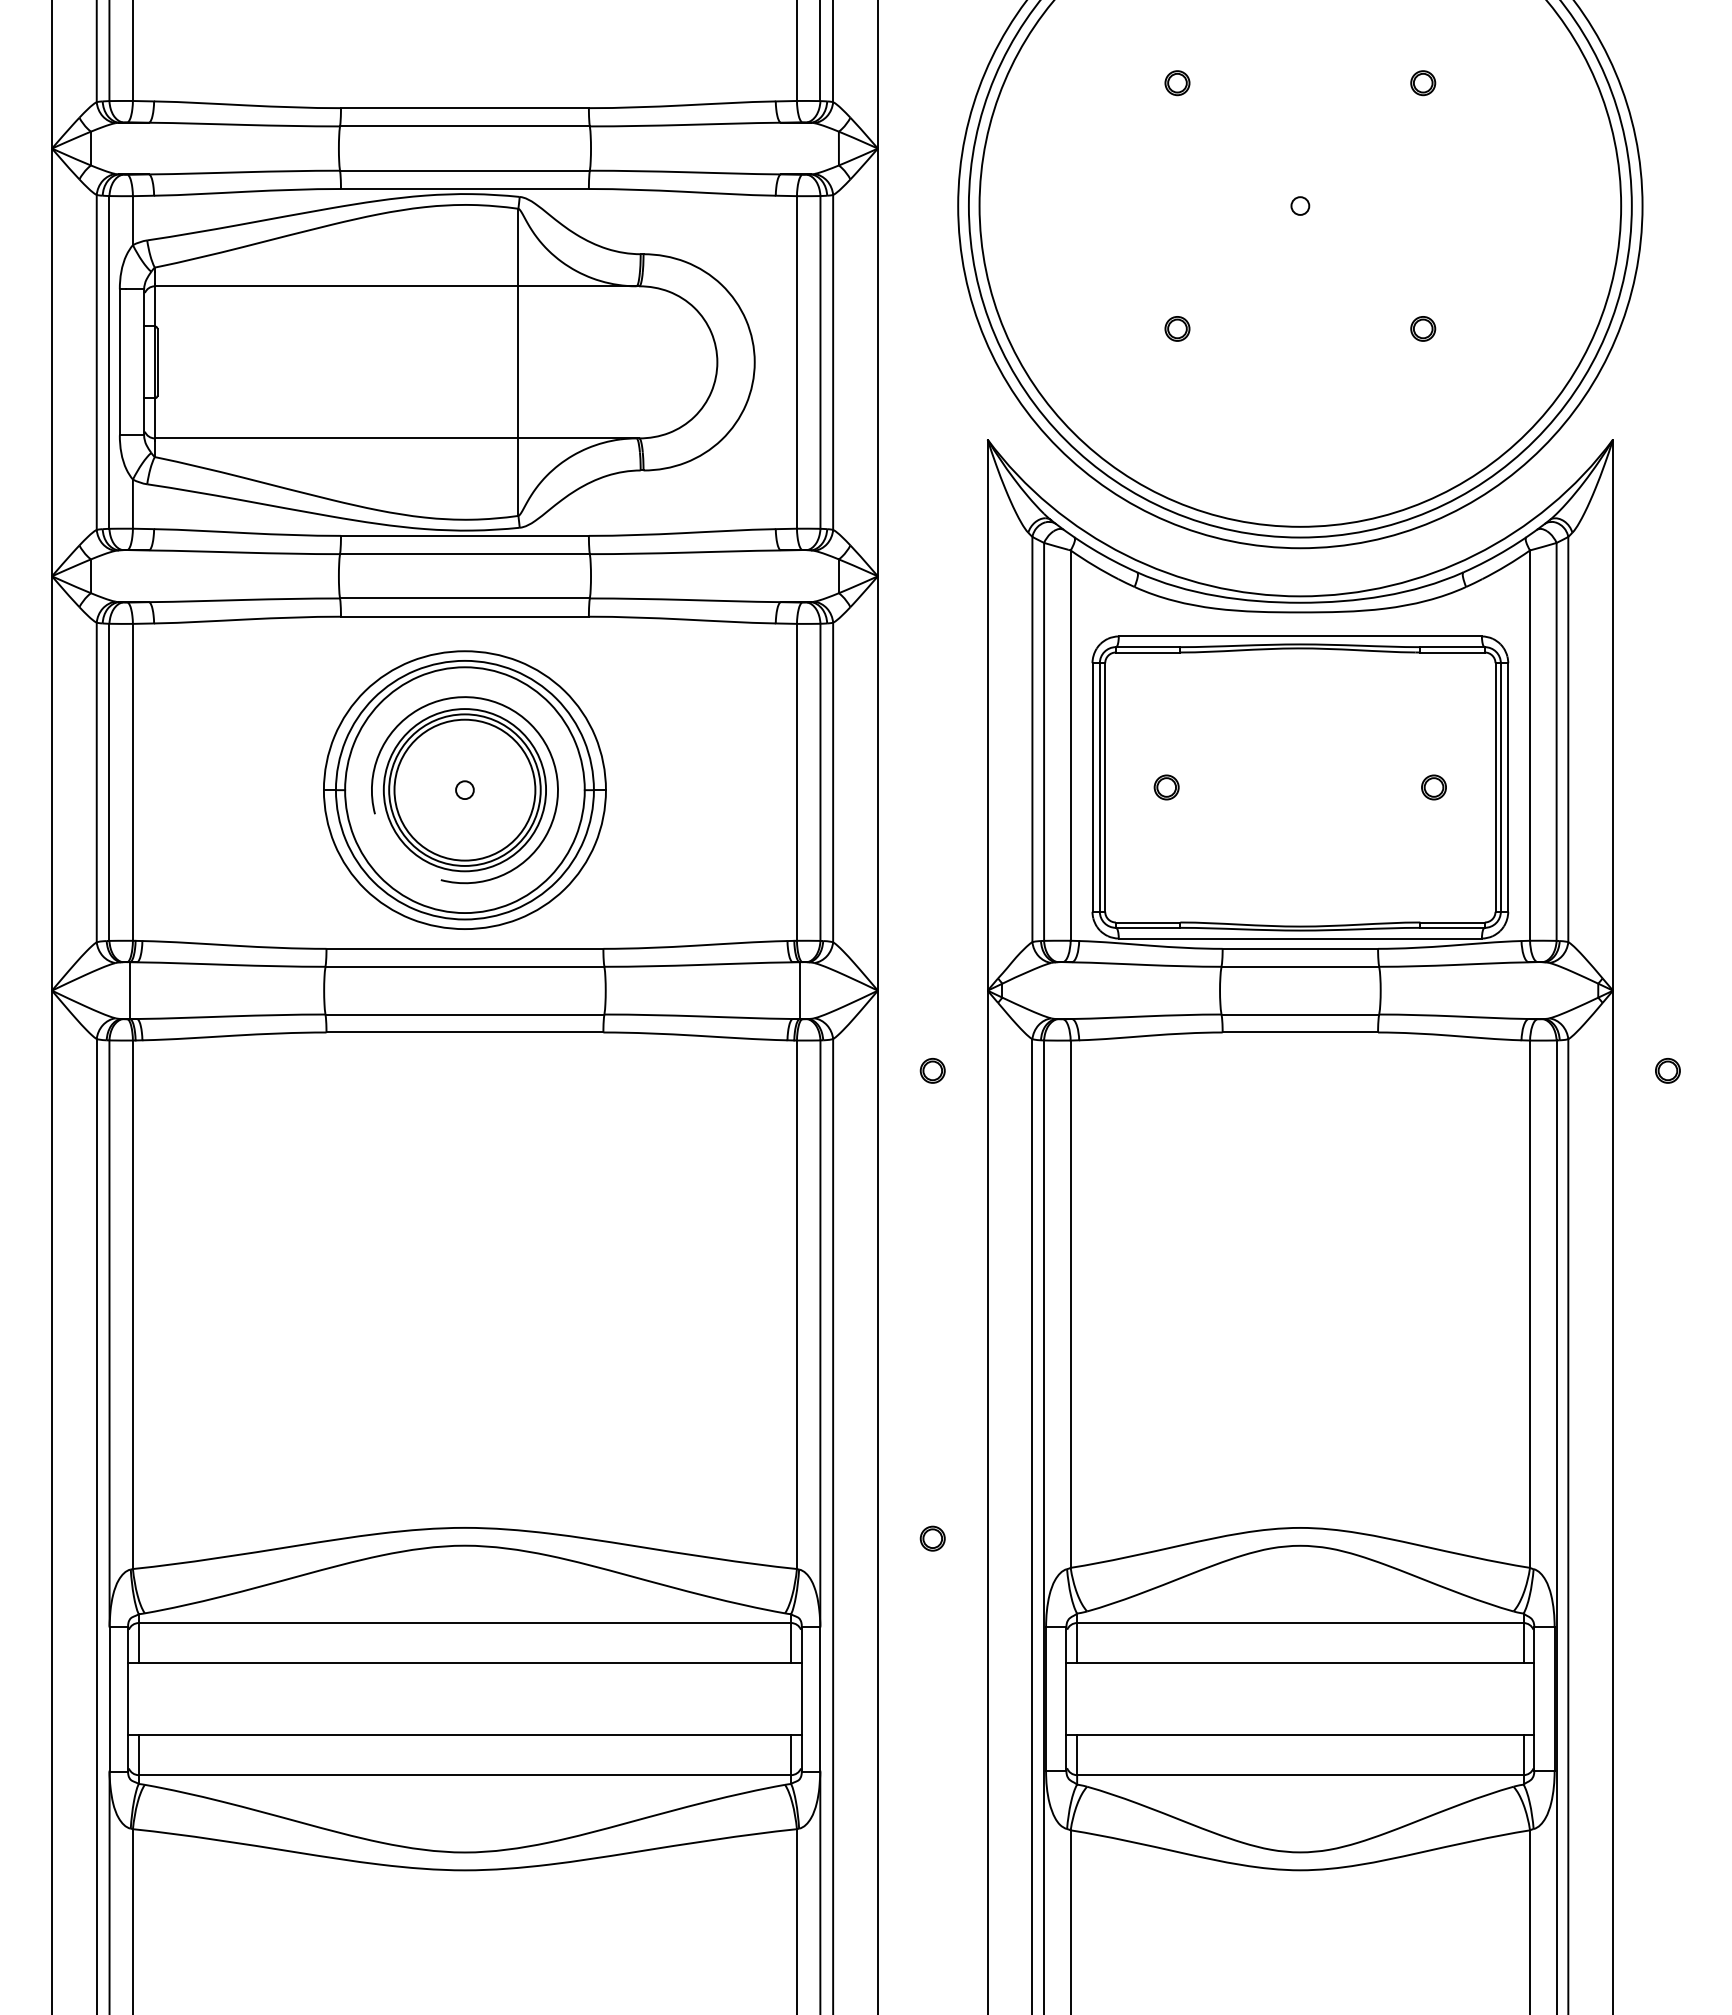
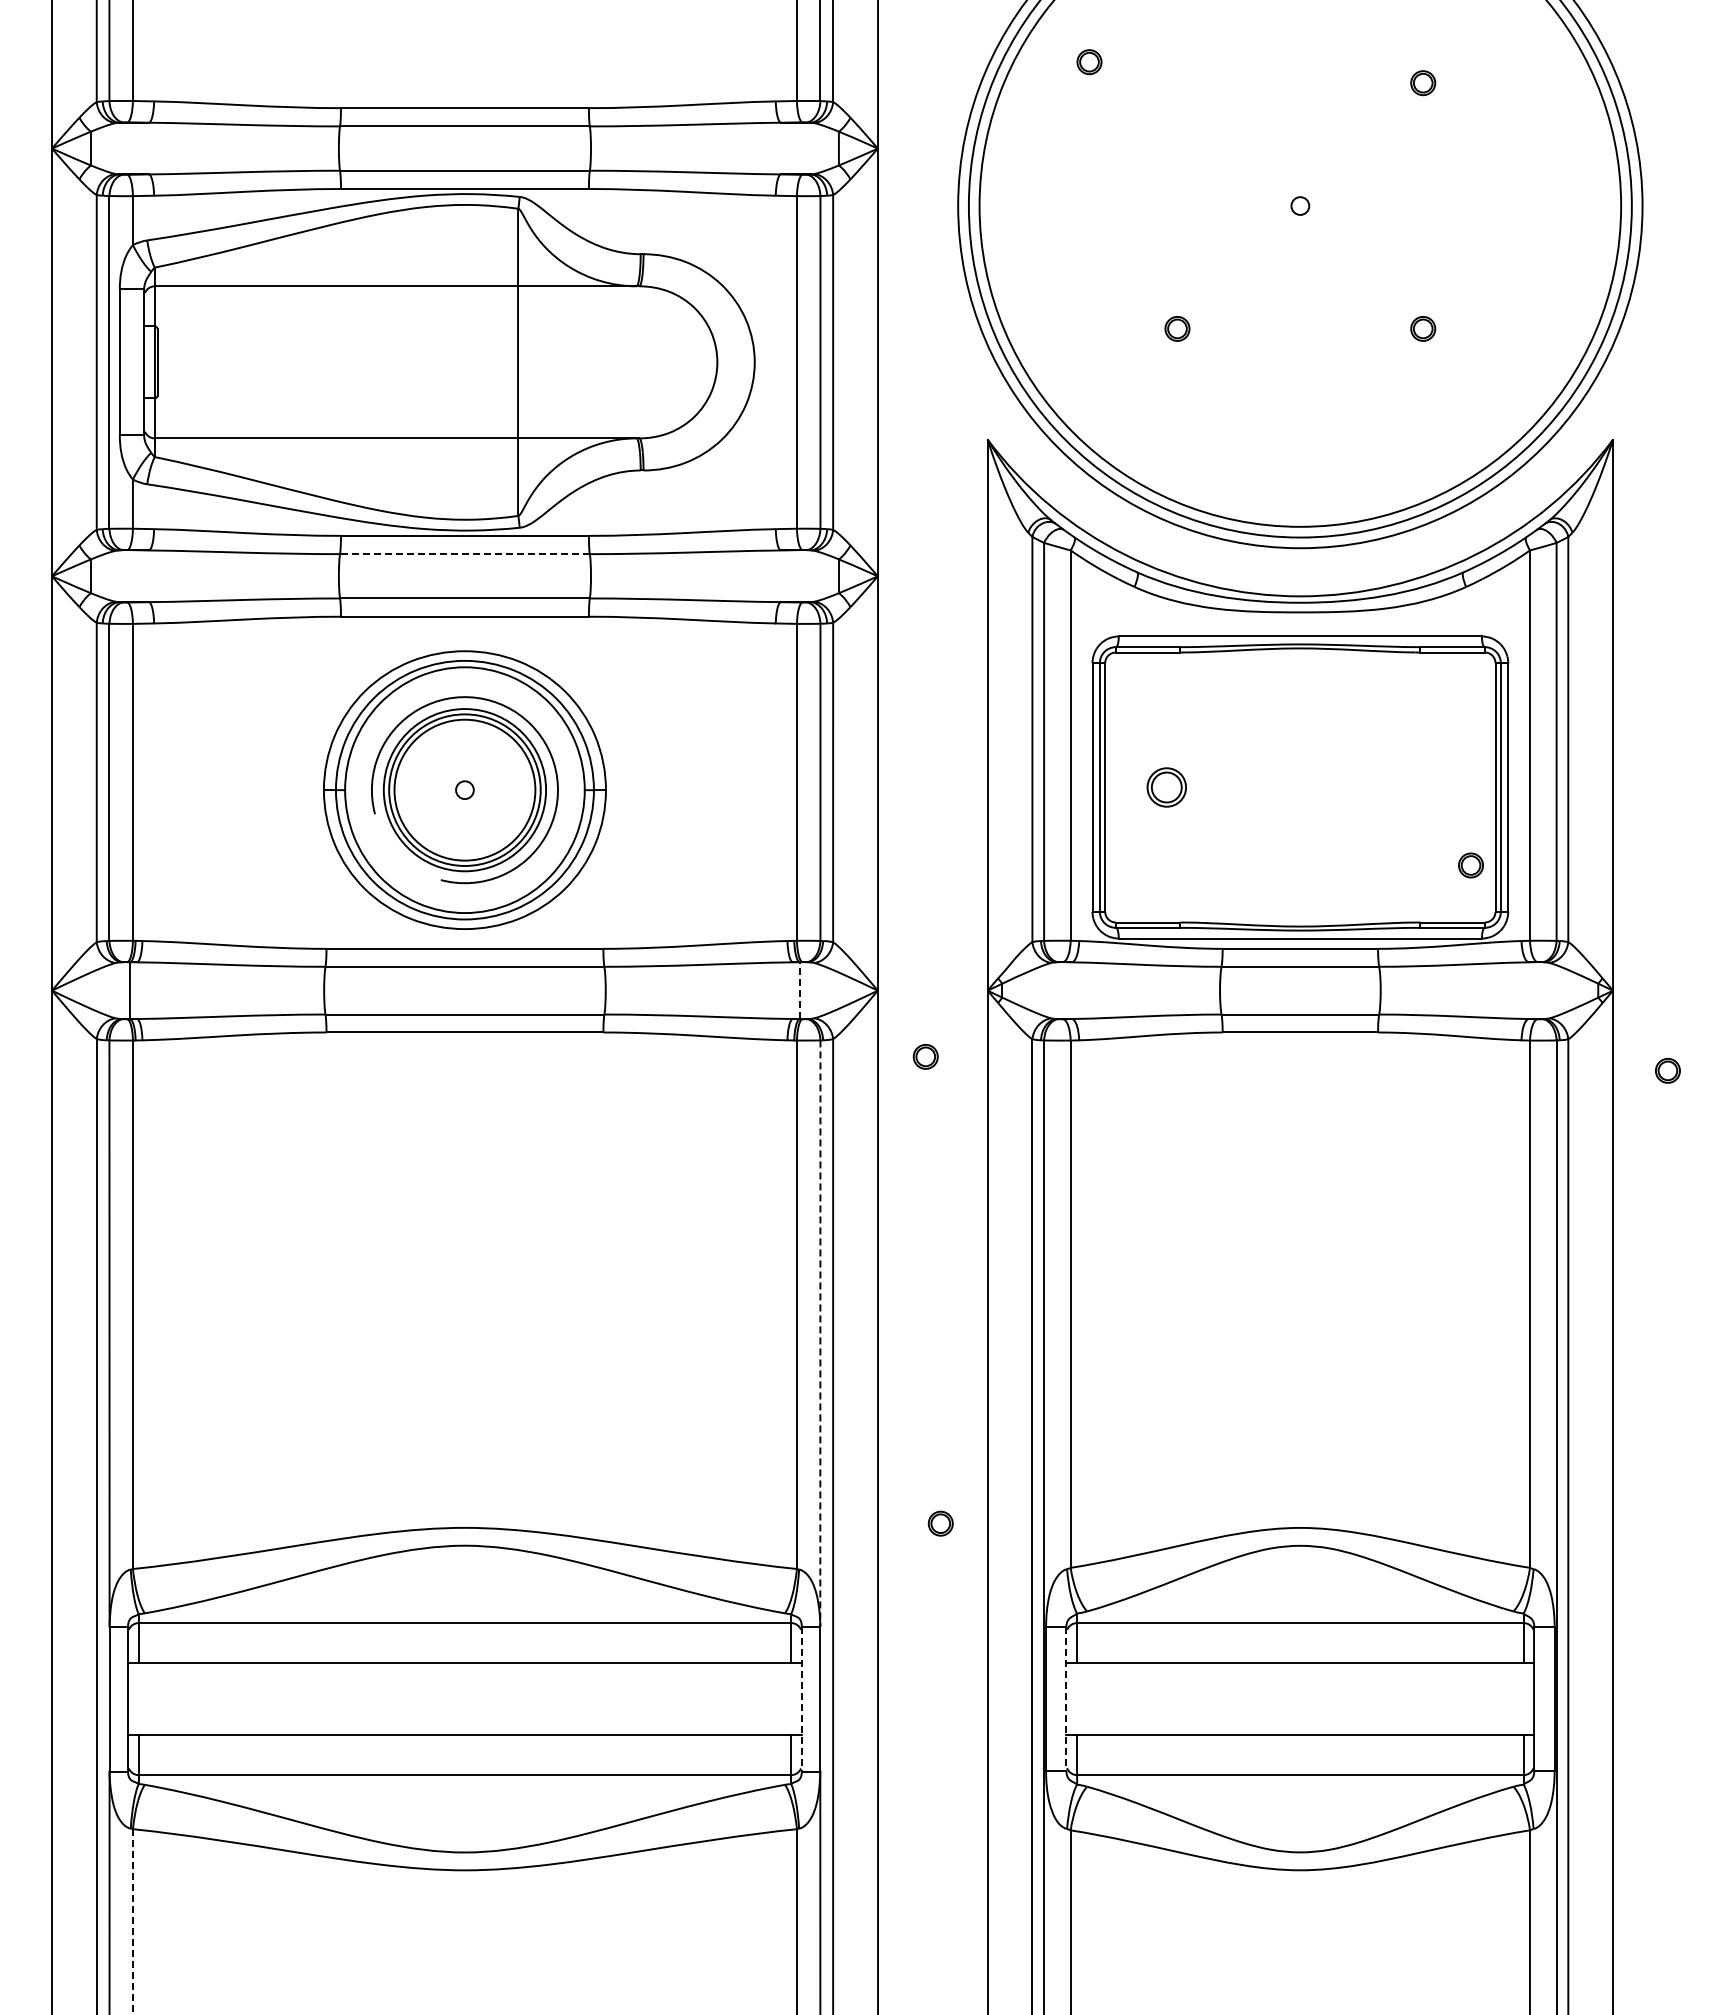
part at (1177, 83) position: (1177, 83) -> (1089, 62)
line at (464, 554): solid -> dashed
part at (1166, 787) size: 27x27 px -> 41x41 px
part at (1433, 787) position: (1433, 787) -> (1470, 865)
line at (799, 990): solid -> dashed
part at (932, 1070) position: (932, 1070) -> (925, 1056)
line at (820, 1334): solid -> dashed
part at (932, 1538) position: (932, 1538) -> (940, 1523)
line at (801, 1699): solid -> dashed
line at (1066, 1699): solid -> dashed
line at (132, 1922): solid -> dashed
